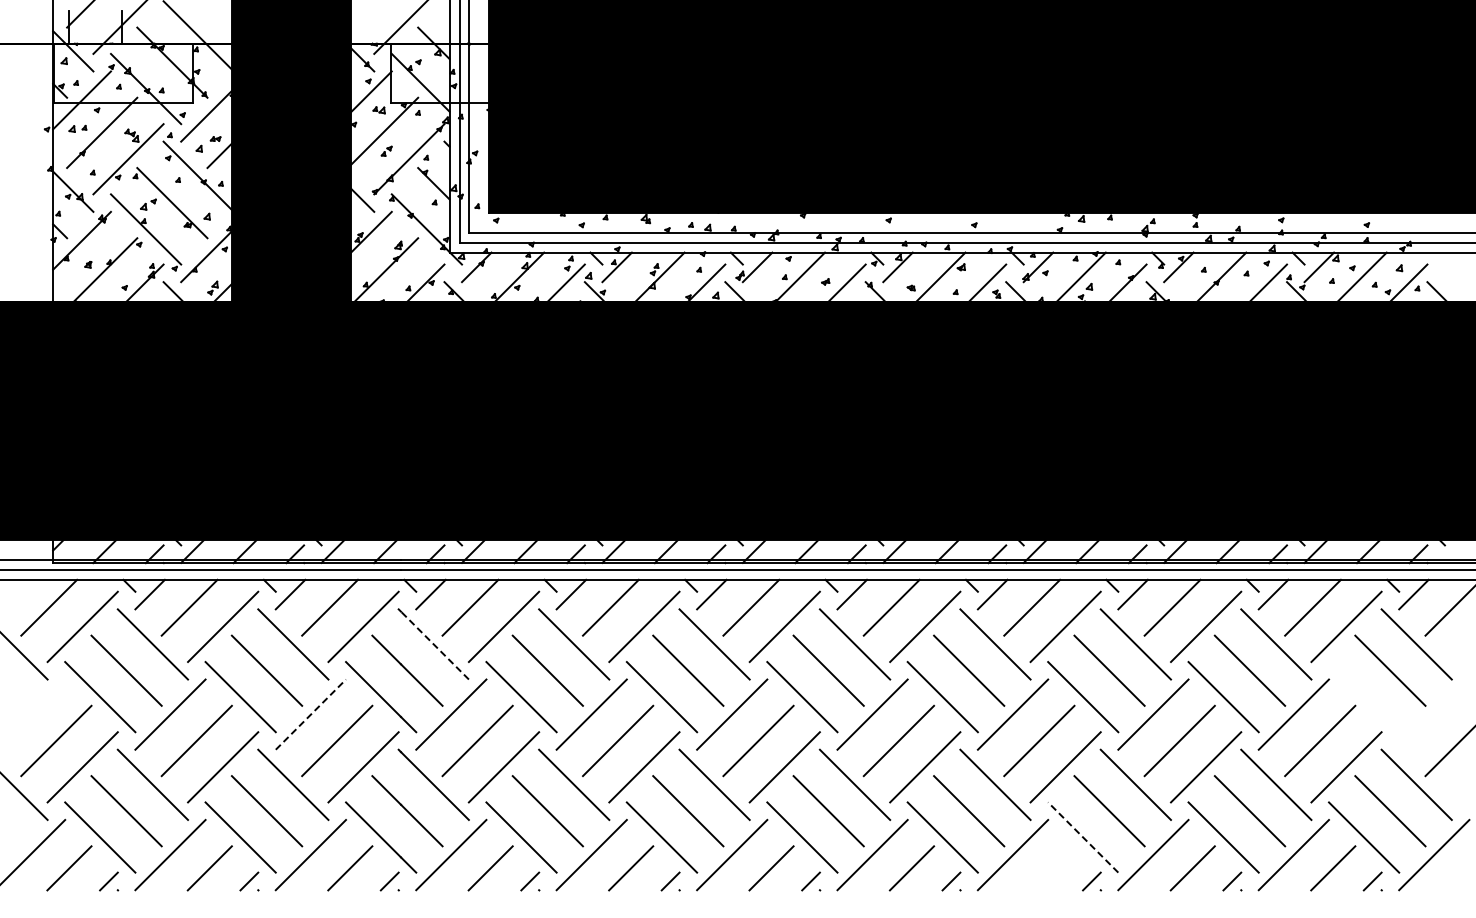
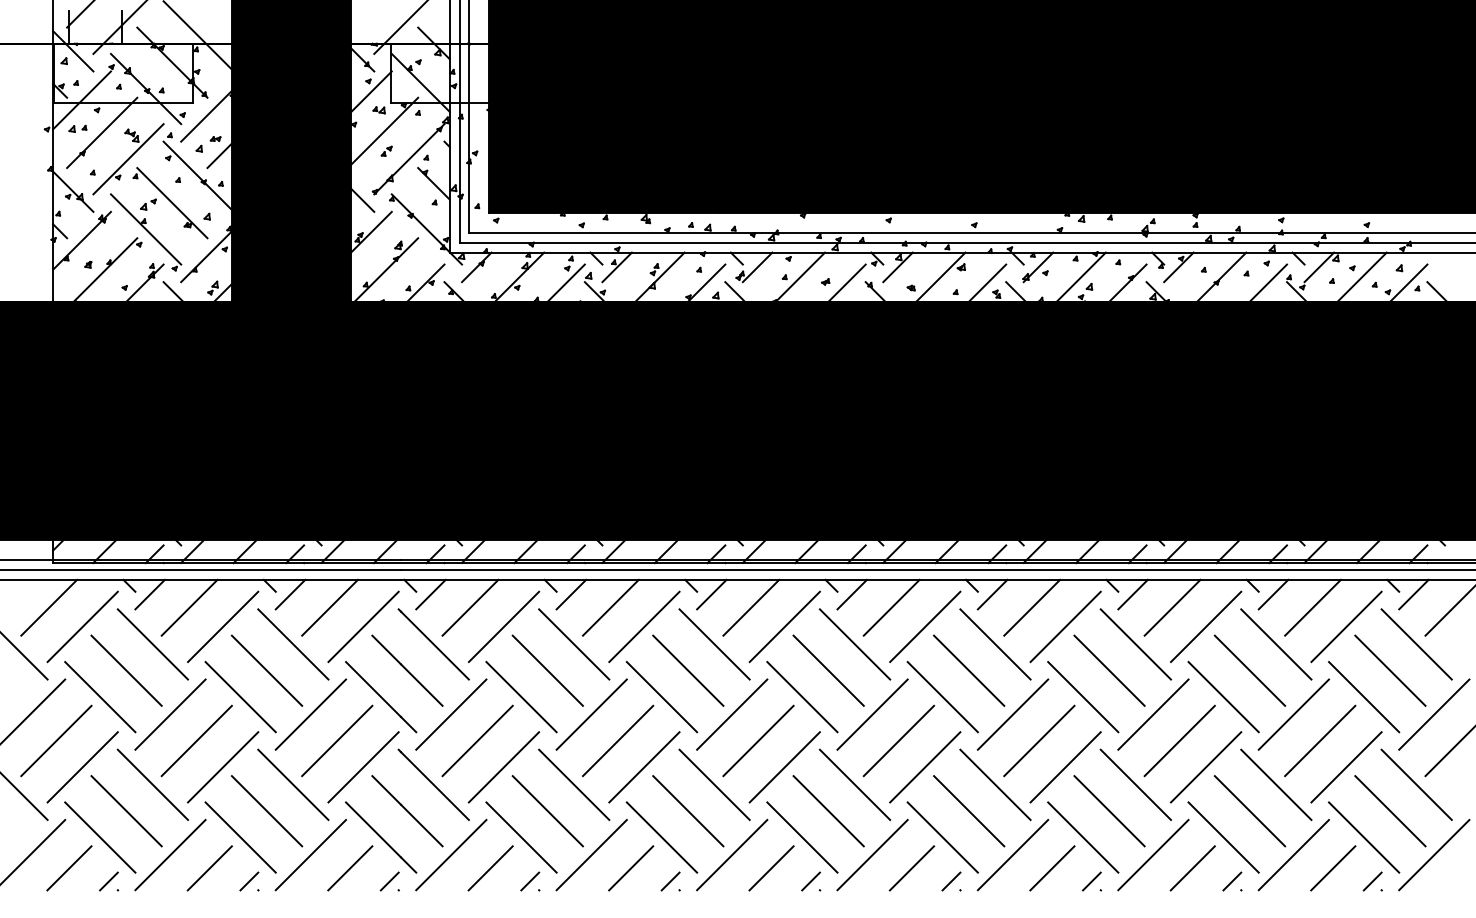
line at (434, 645): dashed -> solid
line at (1363, 697): none -> present
line at (33, 710): none -> present
line at (310, 714): dashed -> solid
line at (1434, 714): none -> present
line at (1083, 837): dashed -> solid
line at (1052, 868): none -> present
